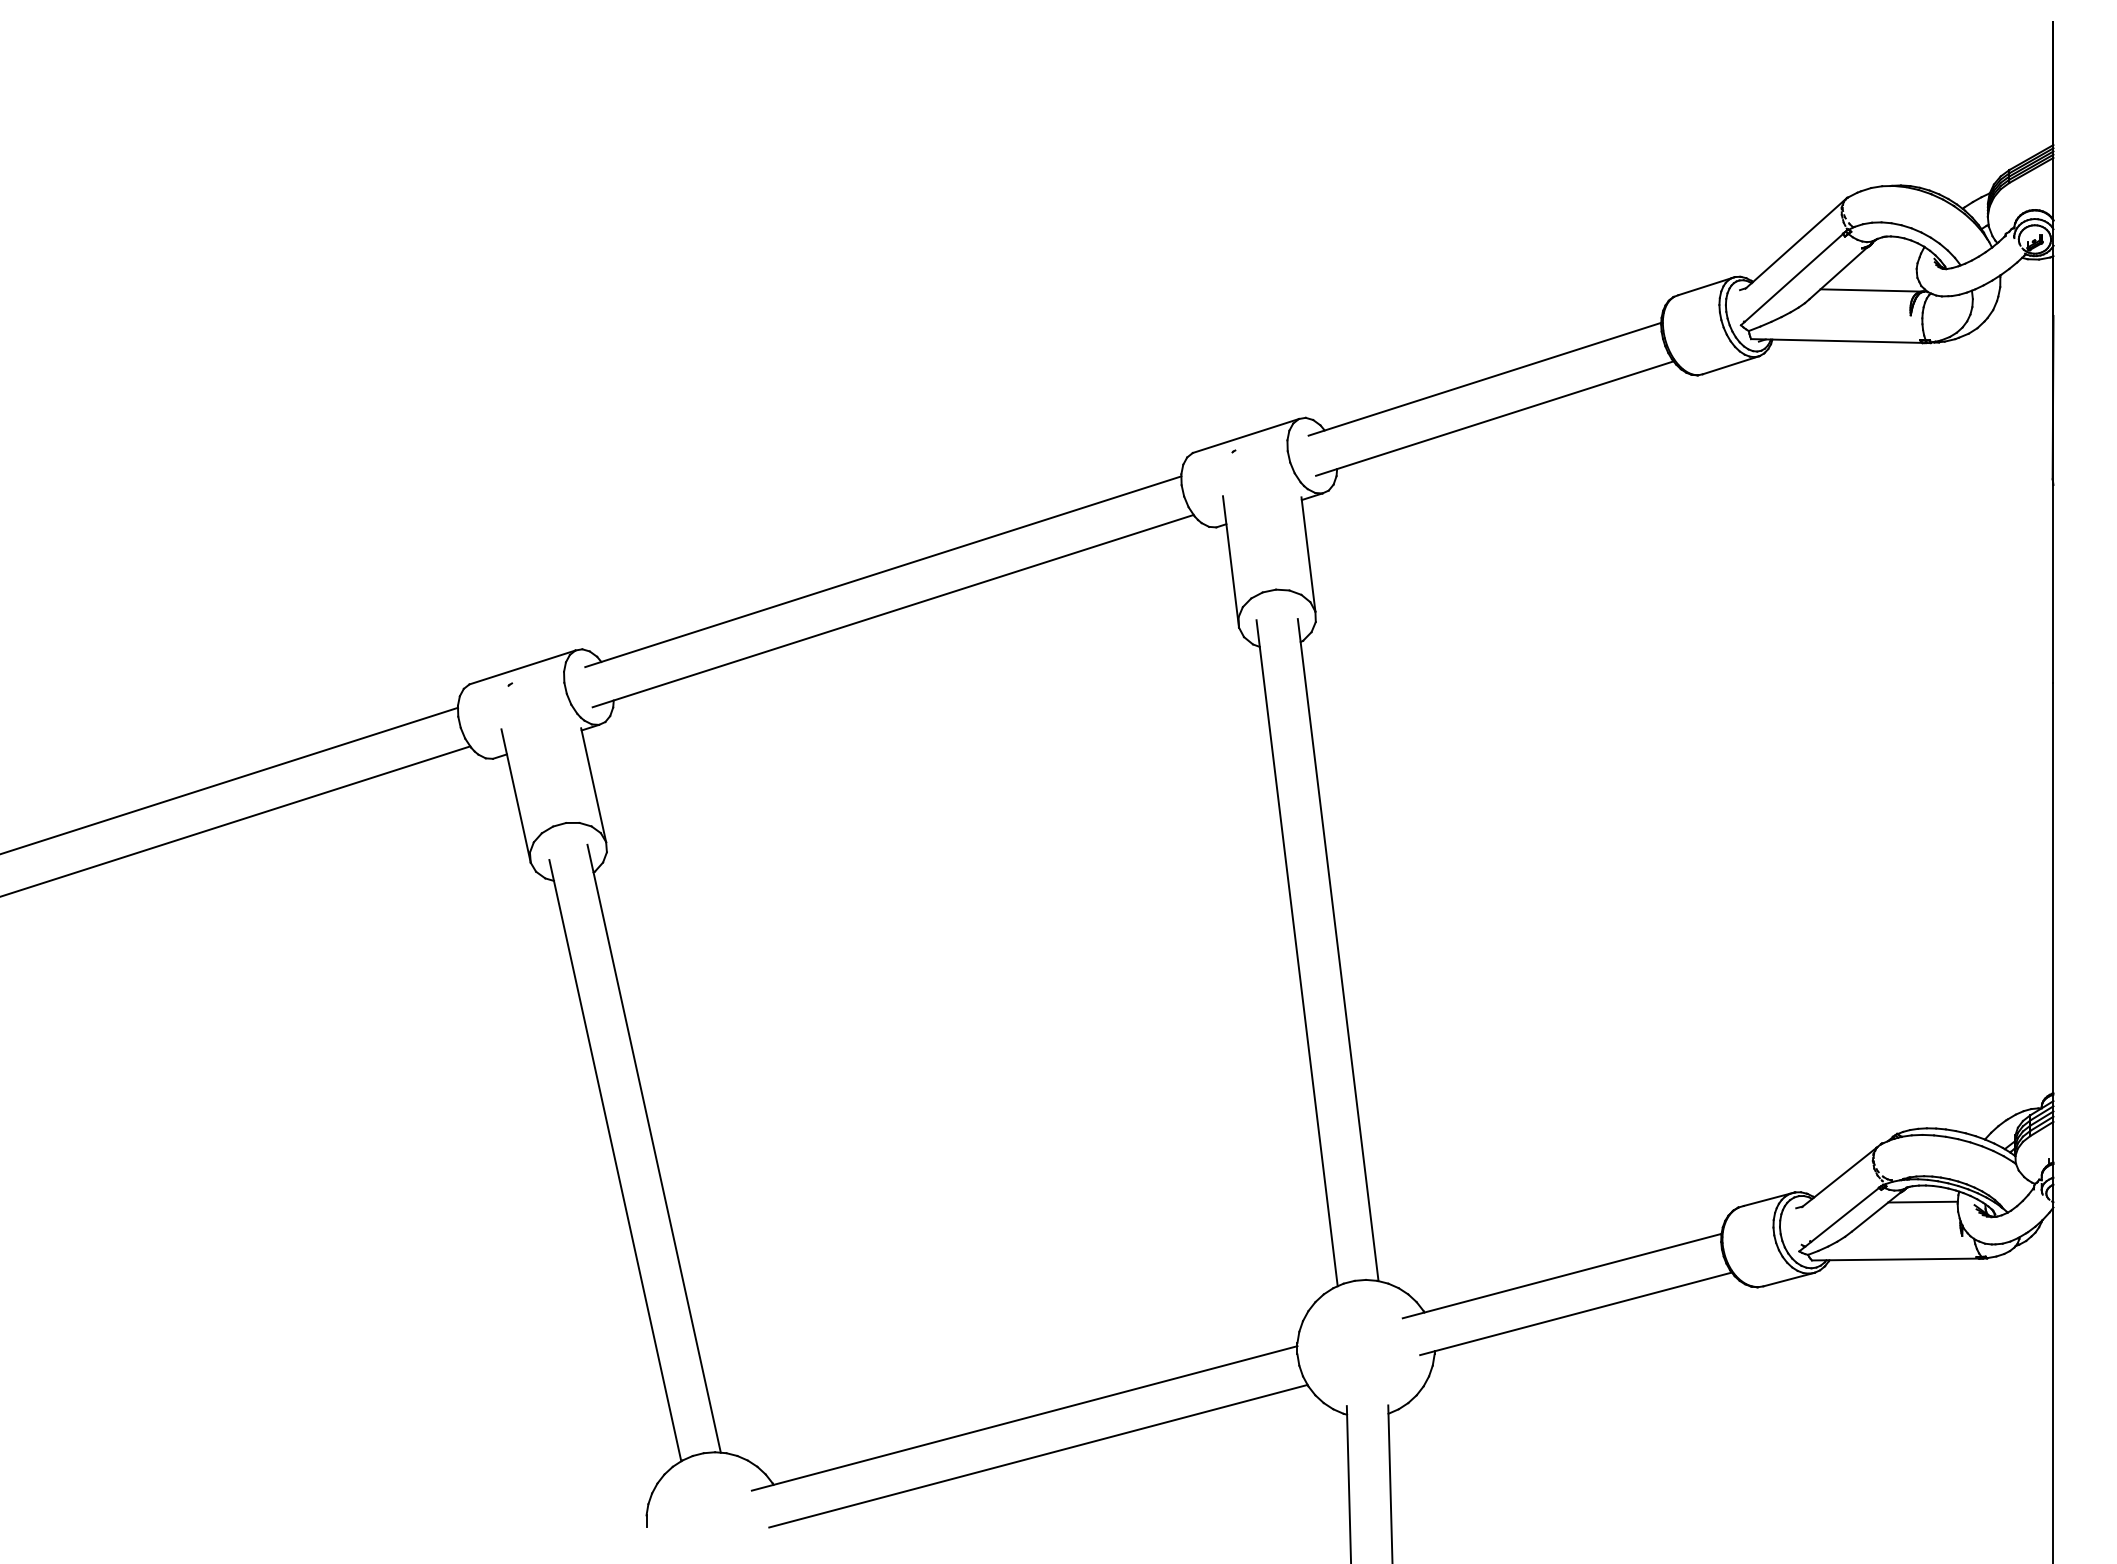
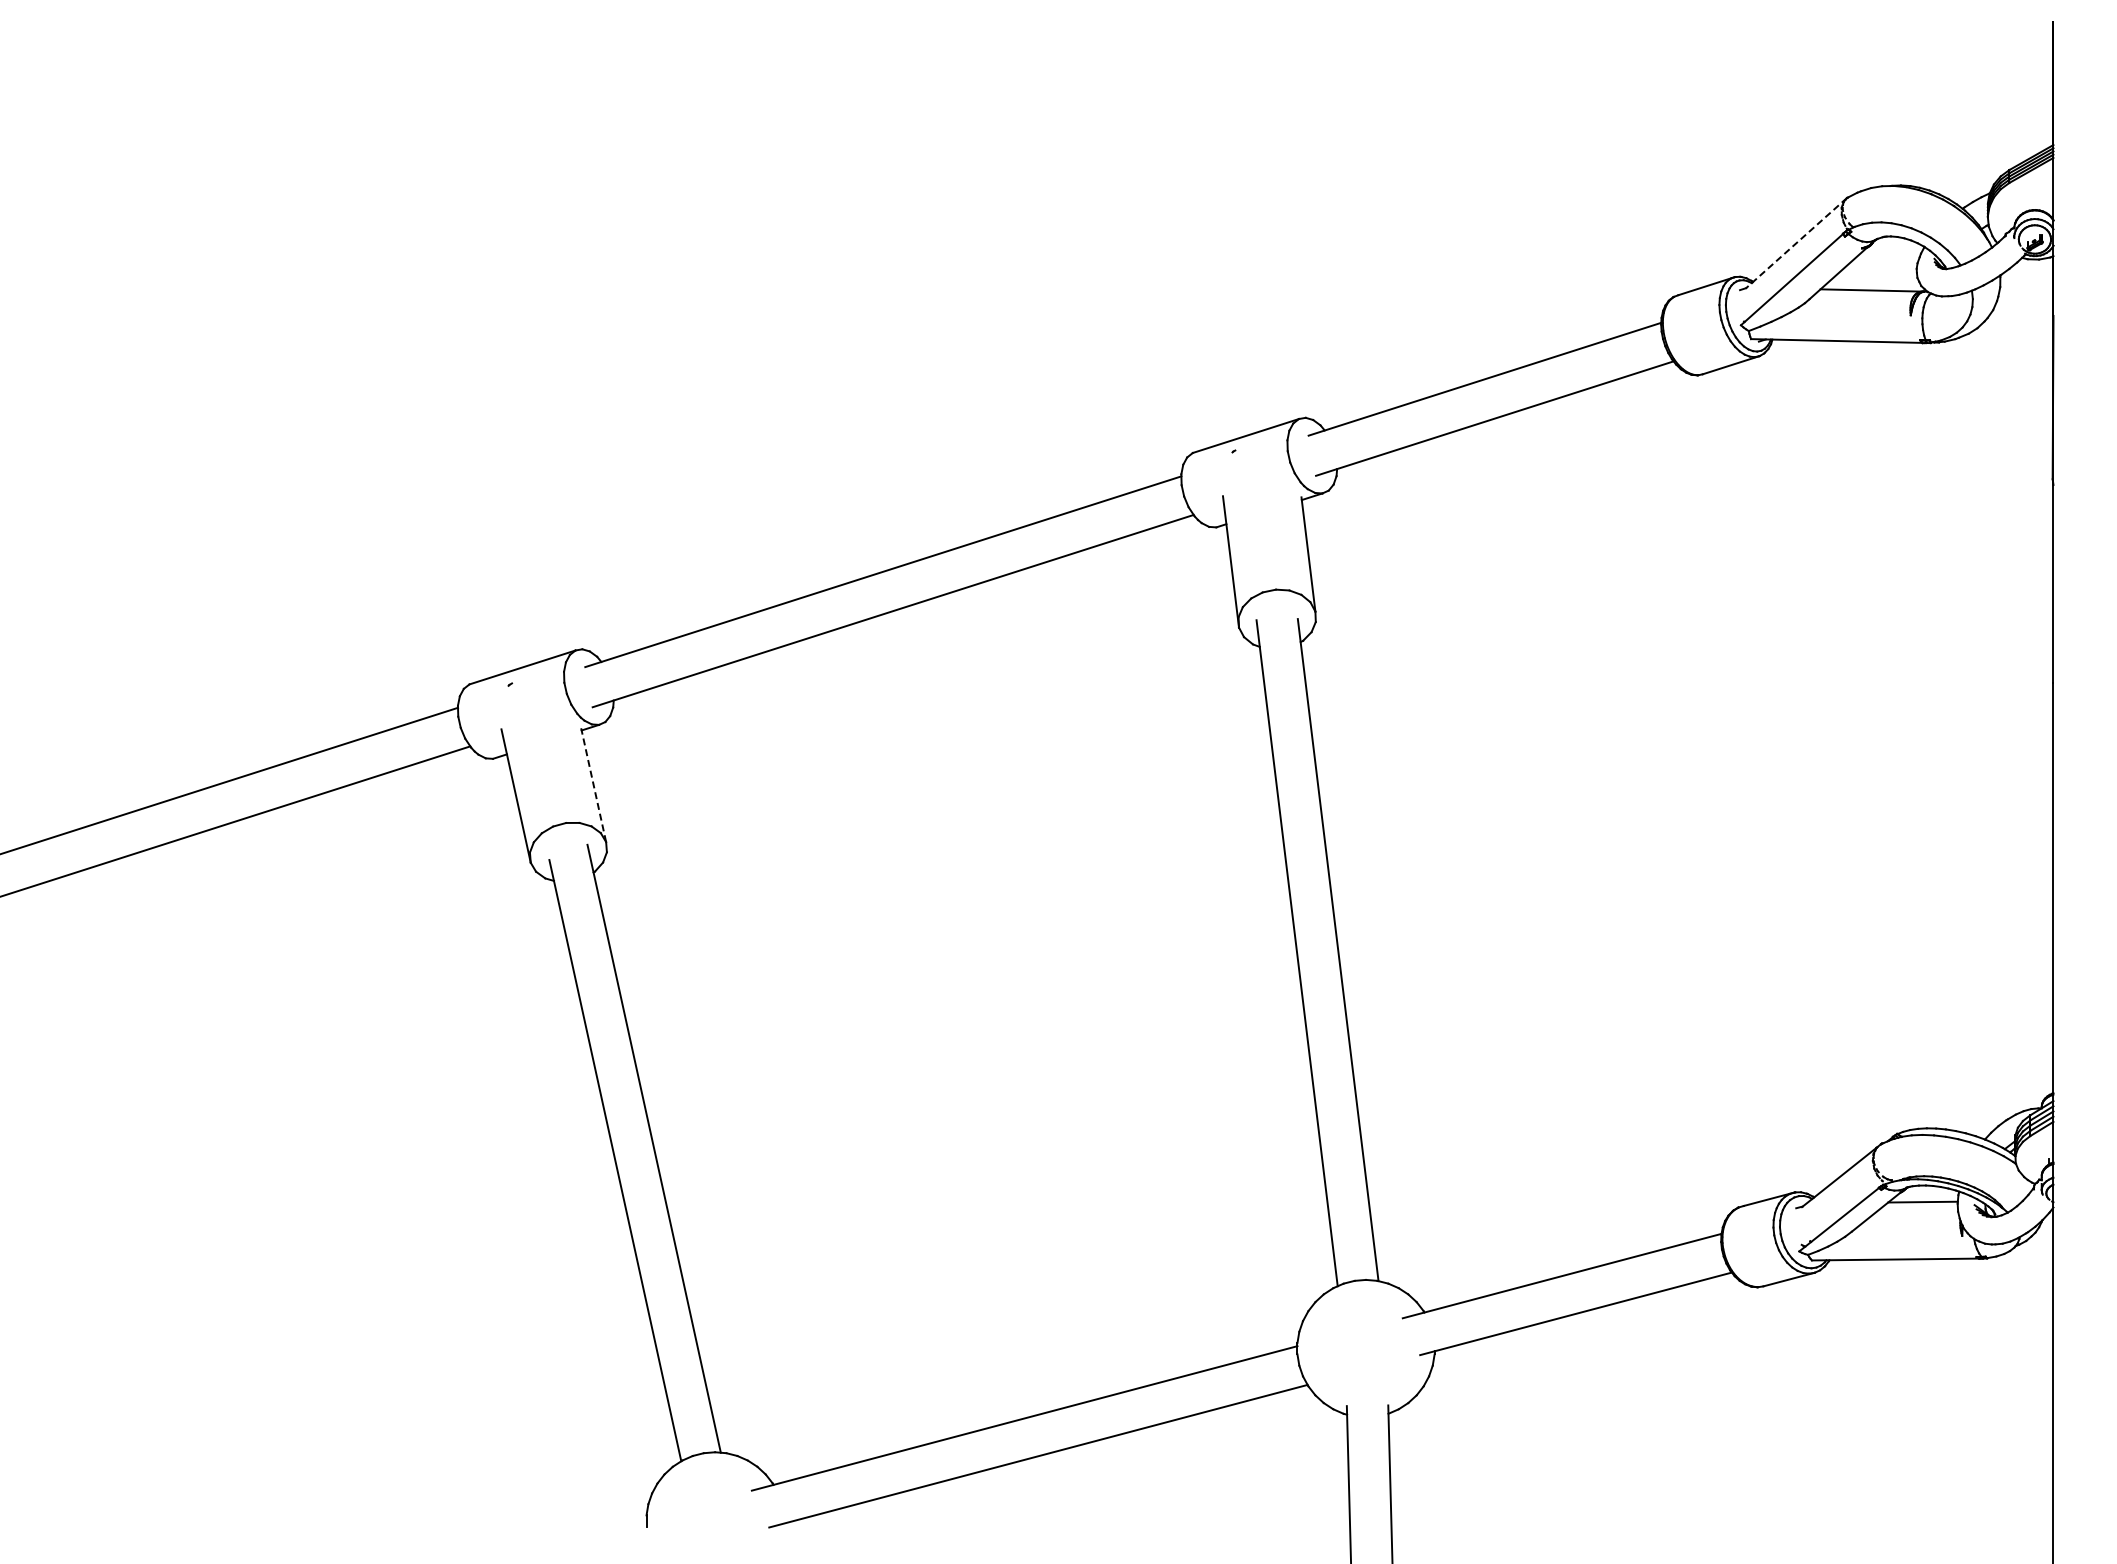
line at (1795, 243): solid -> dashed
line at (593, 784): solid -> dashed
